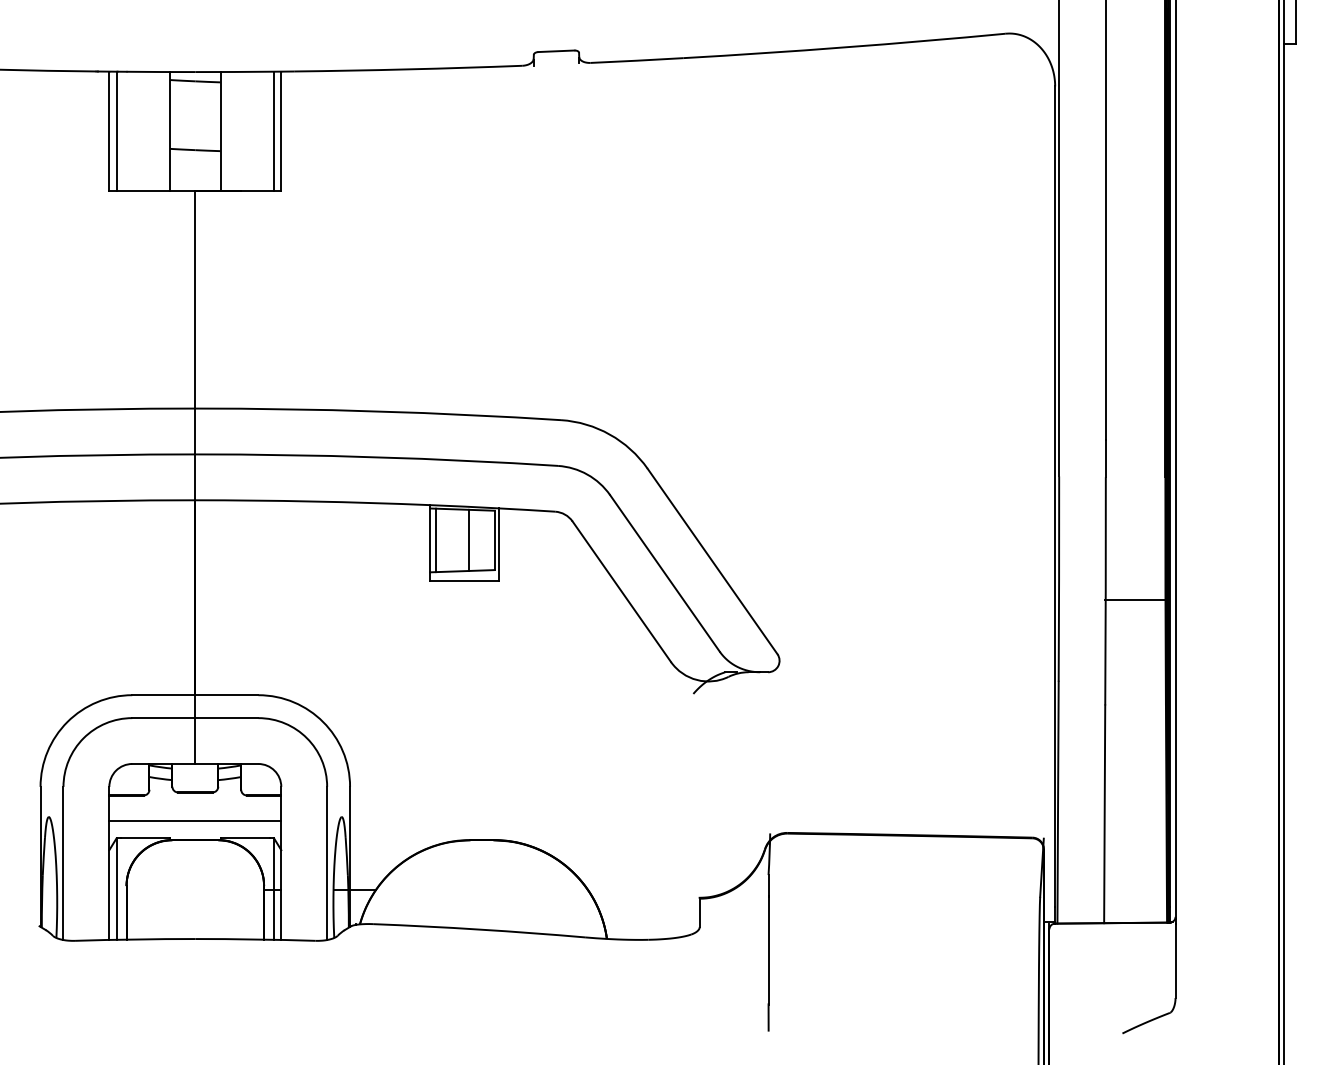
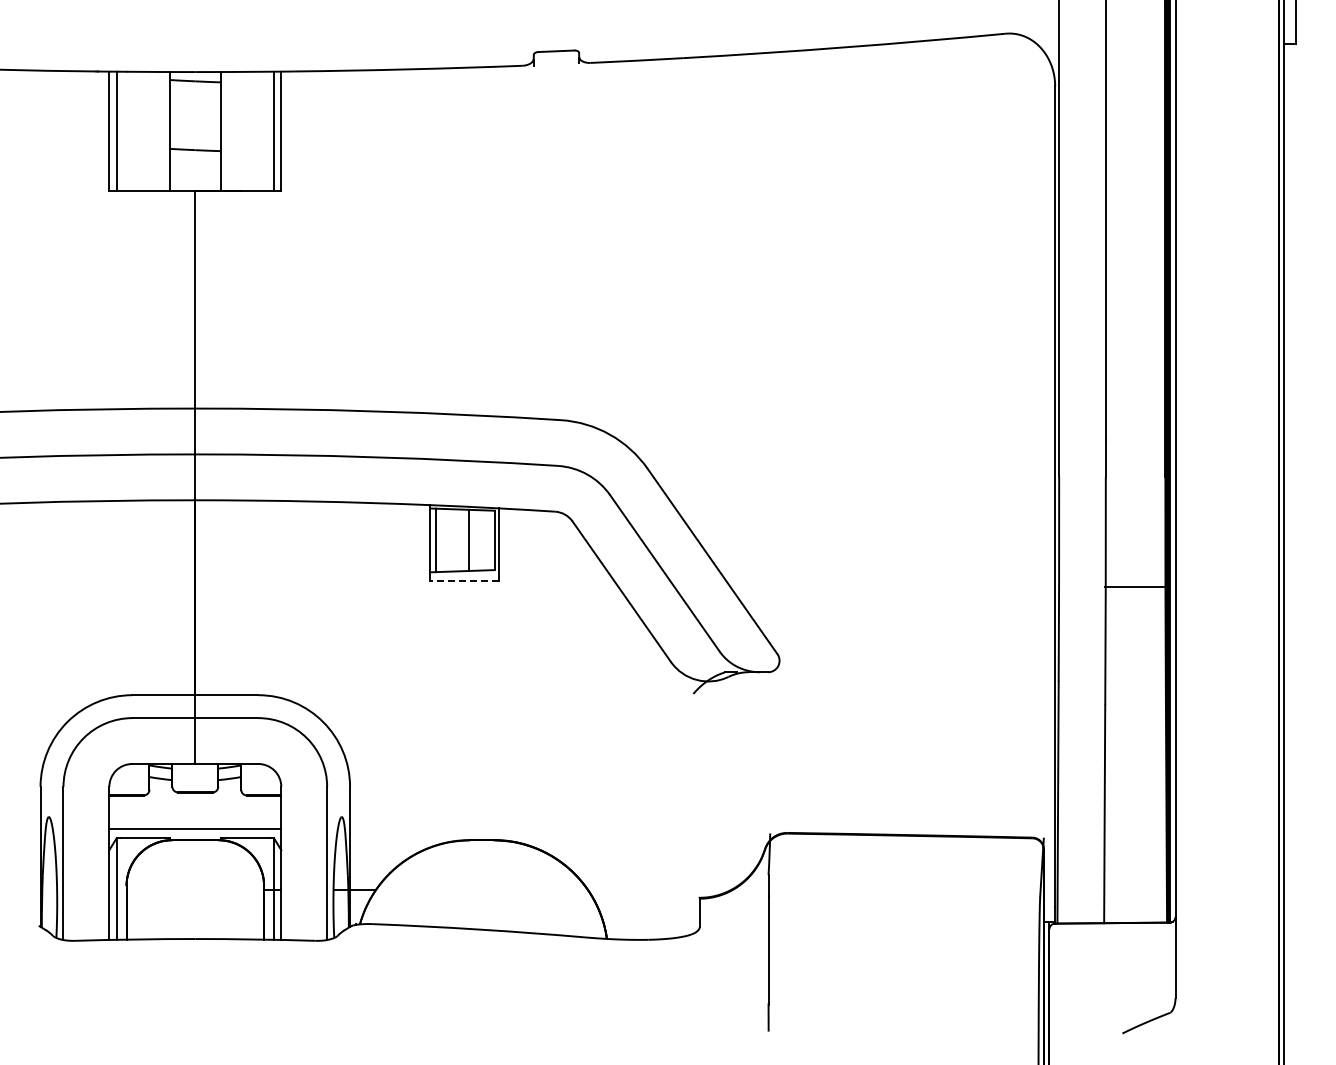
line at (464, 580): solid -> dashed
line at (1135, 600) position: (1135, 600) -> (1135, 587)
line at (195, 821) position: (195, 821) -> (195, 829)
